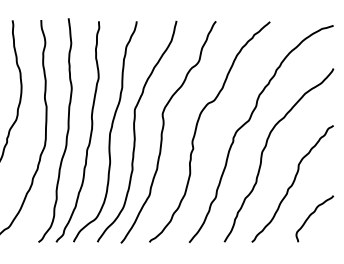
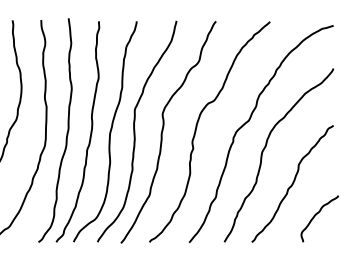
curve at (311, 215) position: (311, 215) -> (316, 215)
